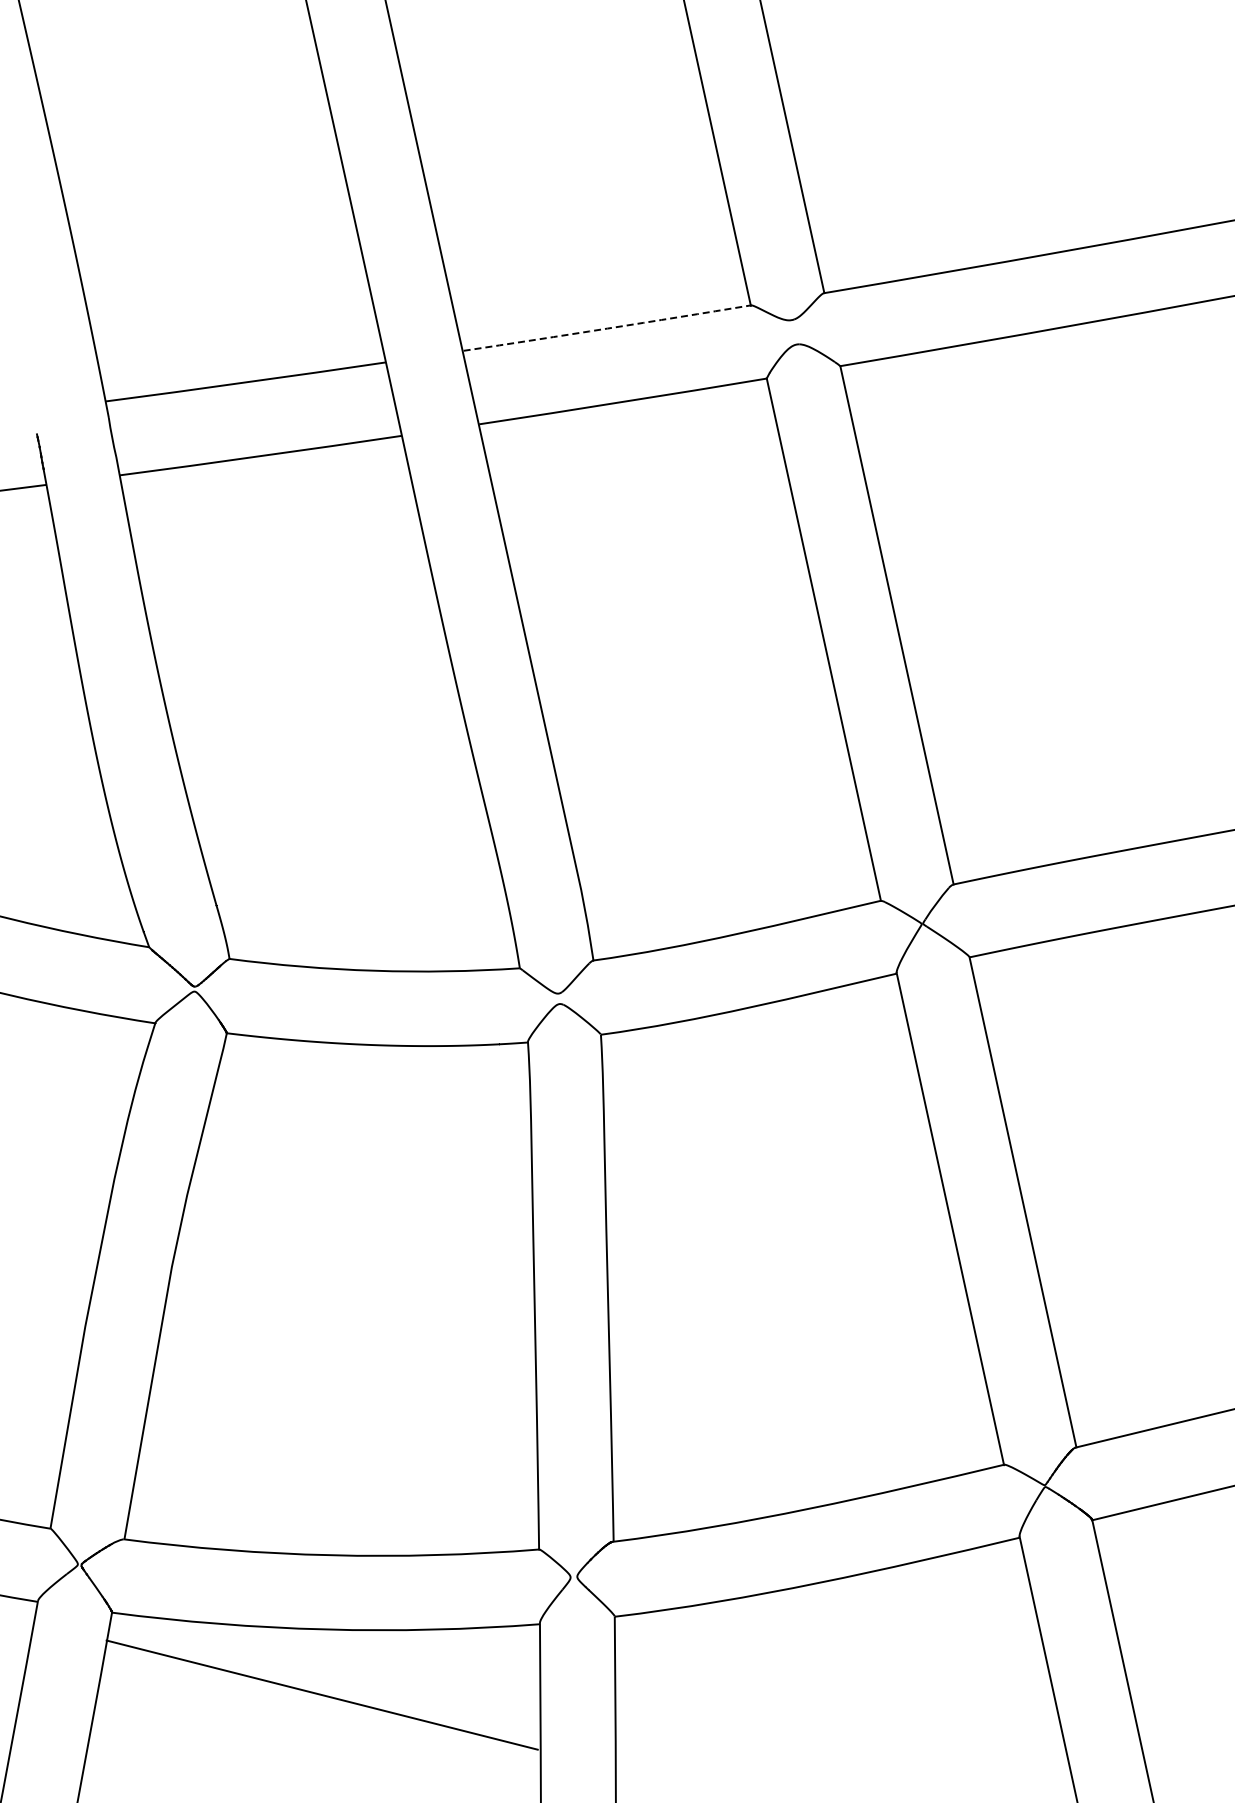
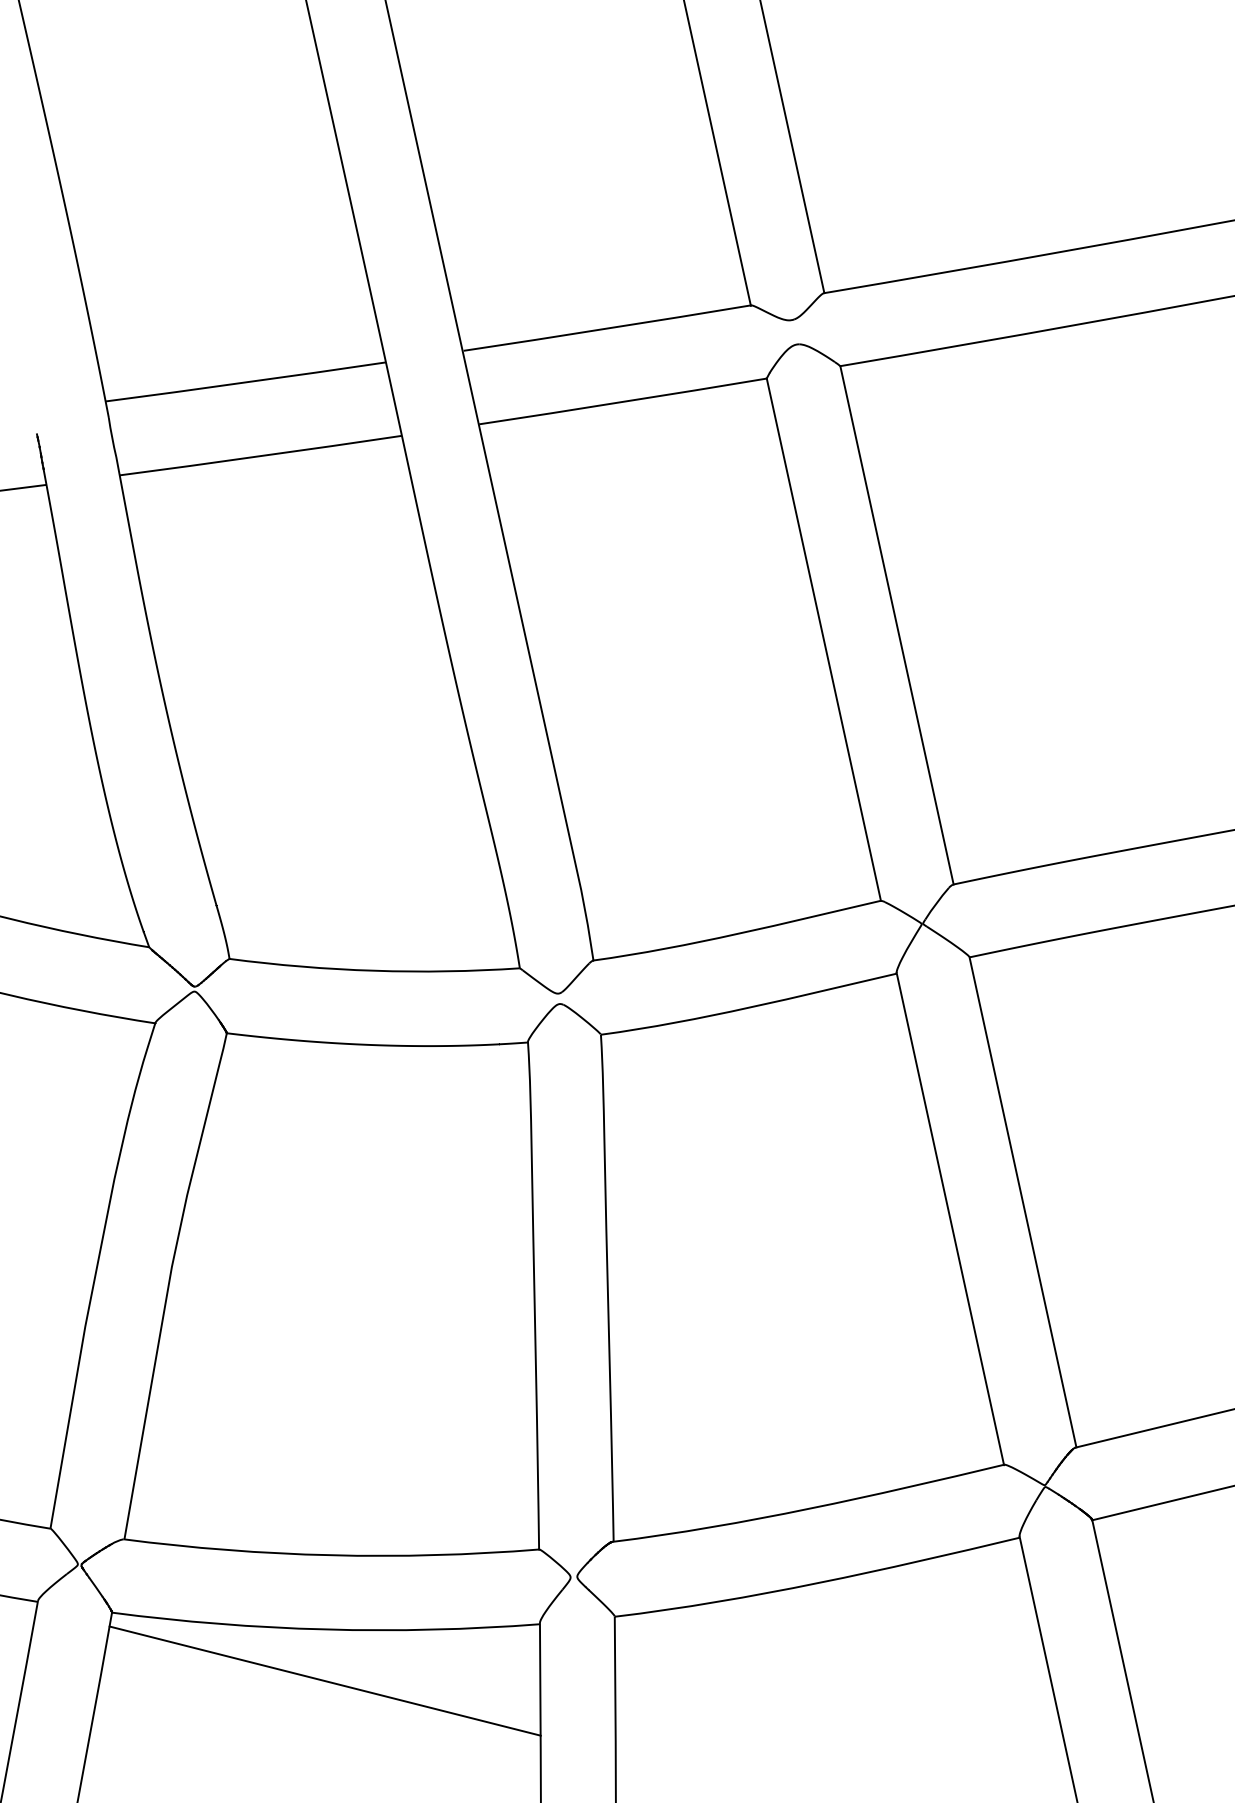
arc at (607, 328): dashed -> solid
line at (321, 1694) position: (321, 1694) -> (324, 1680)
